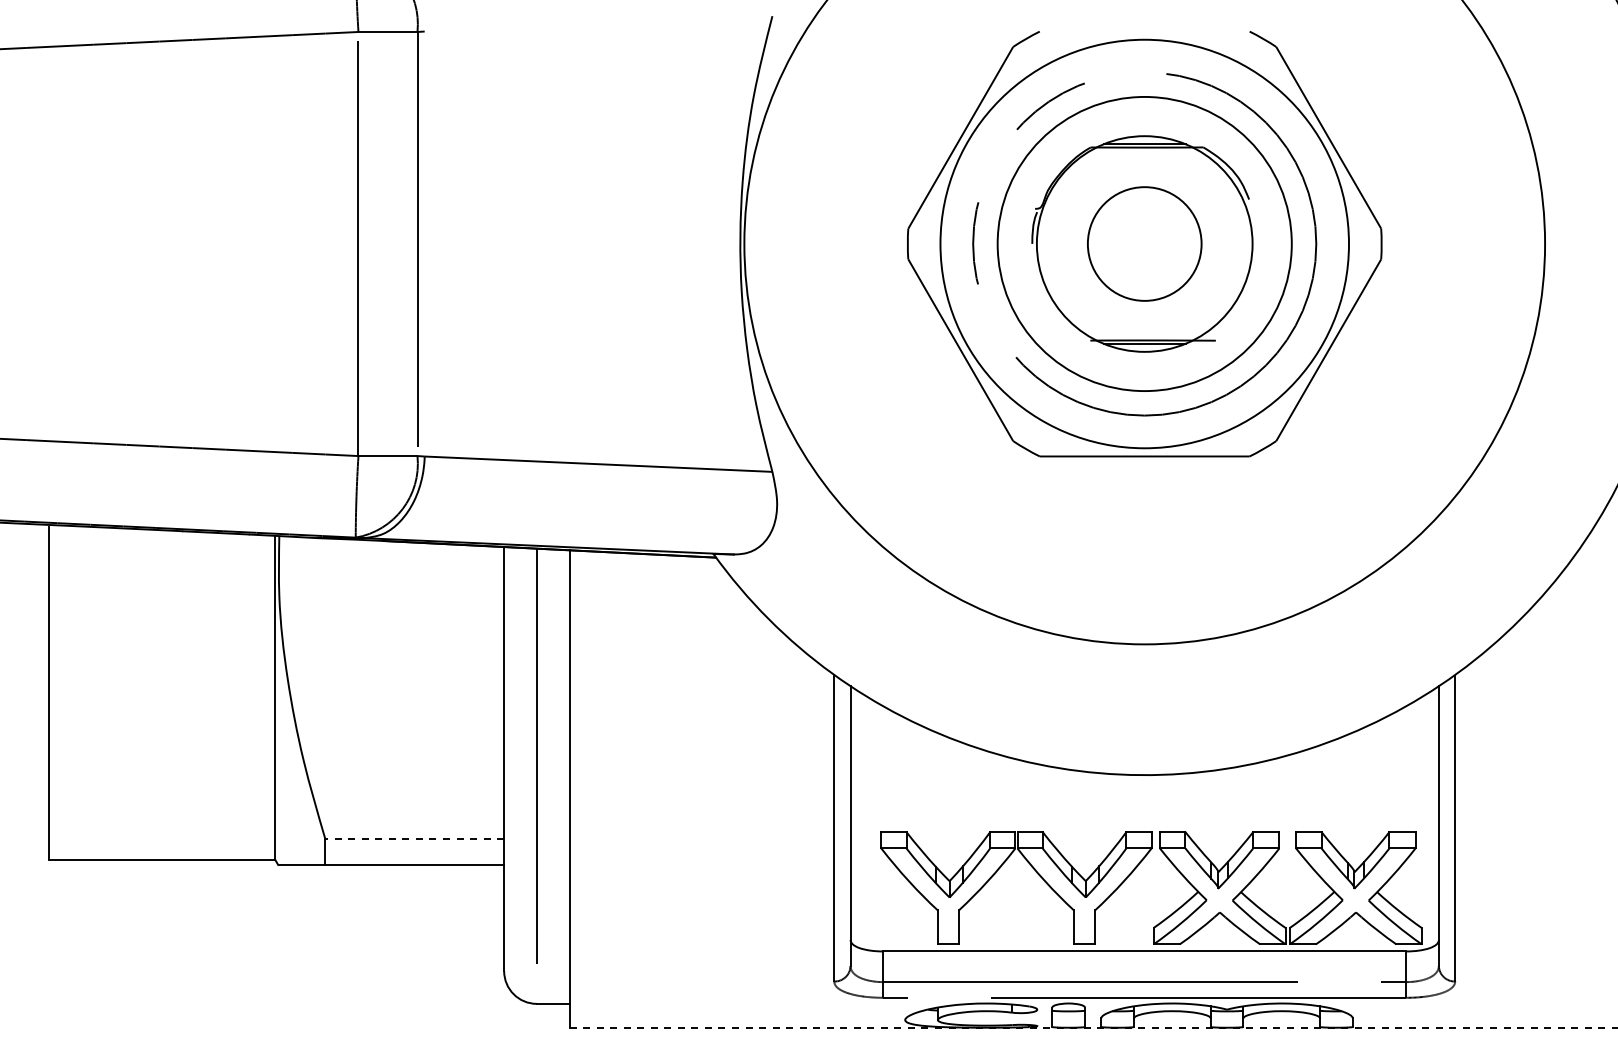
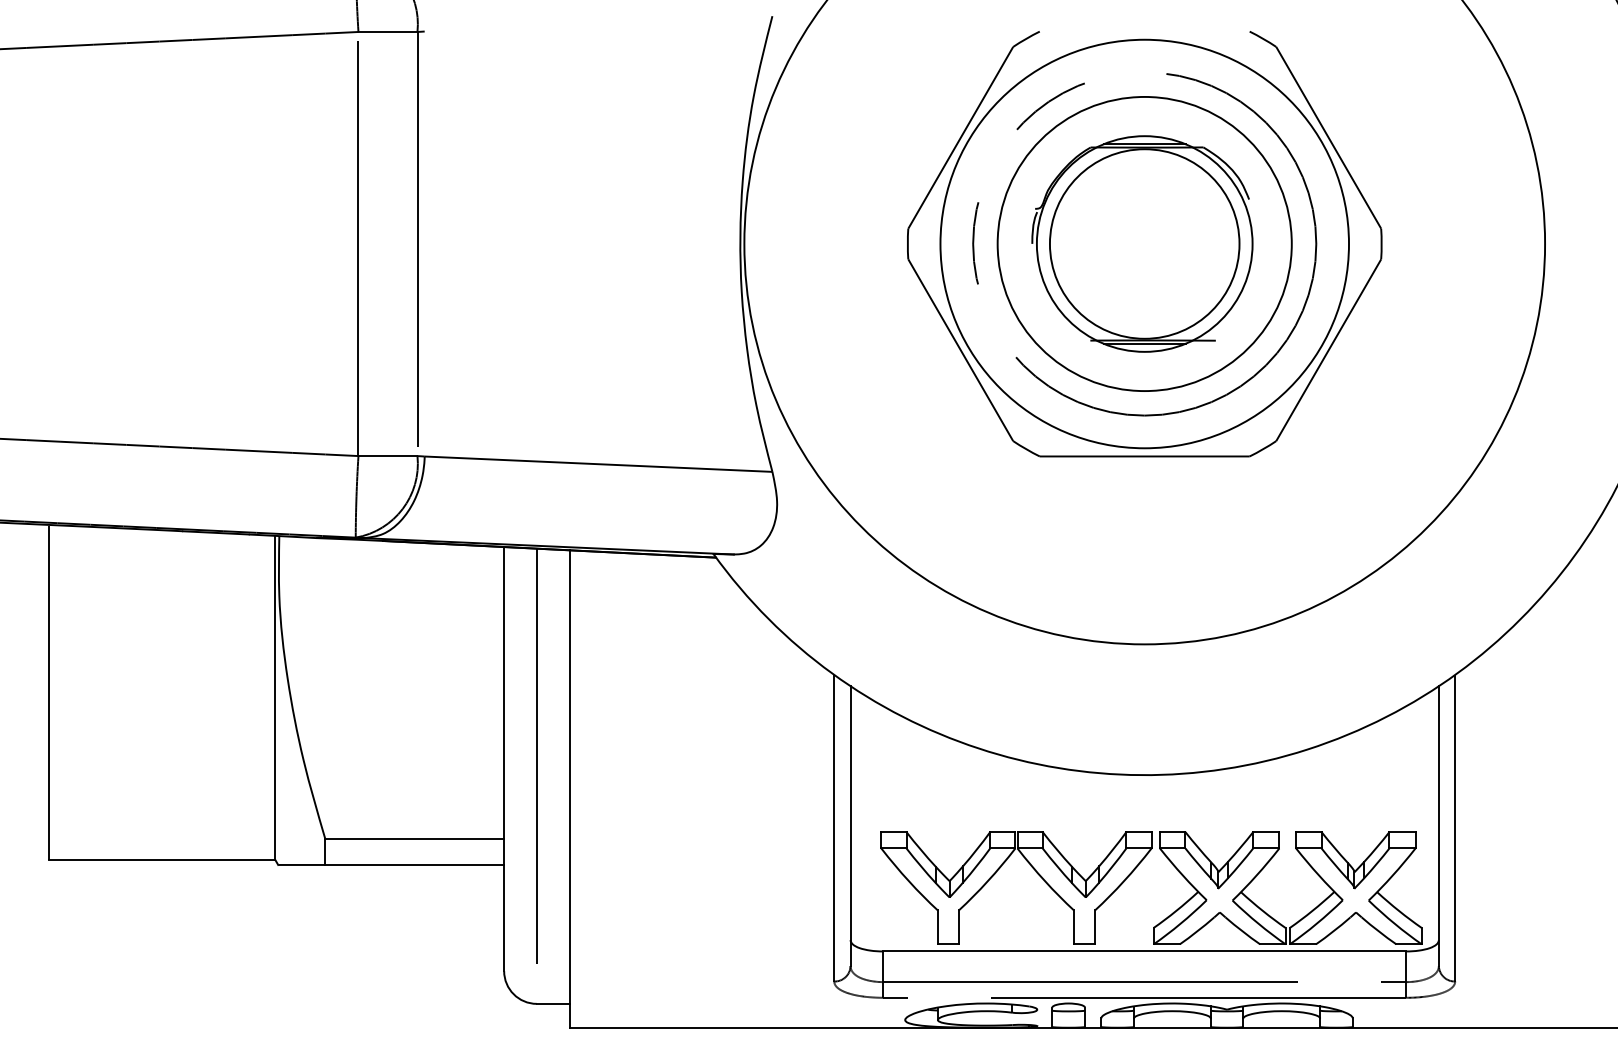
circle at (1144, 243) diameter: 114 px -> 190 px
line at (414, 839): dashed -> solid
line at (1094, 1028): dashed -> solid
